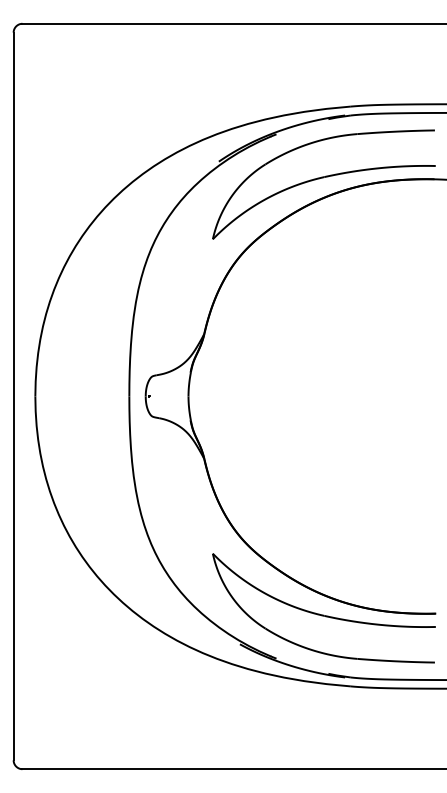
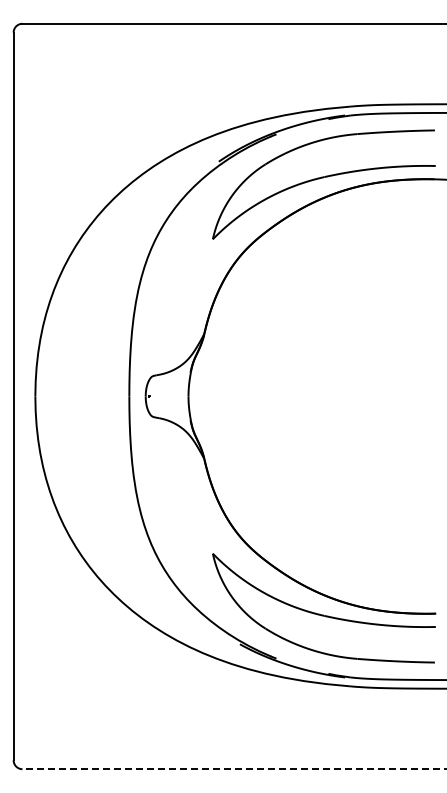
line at (234, 769): solid -> dashed
